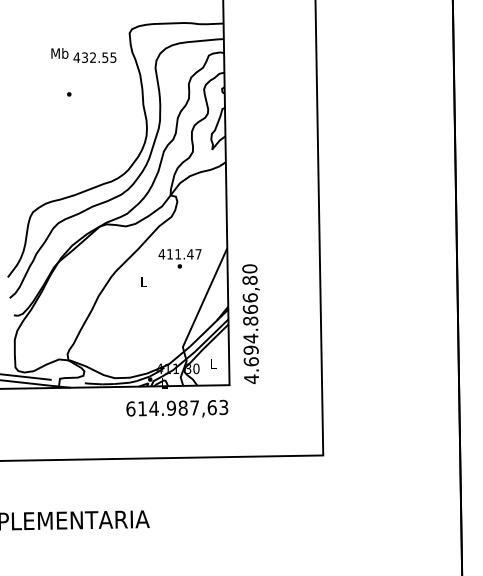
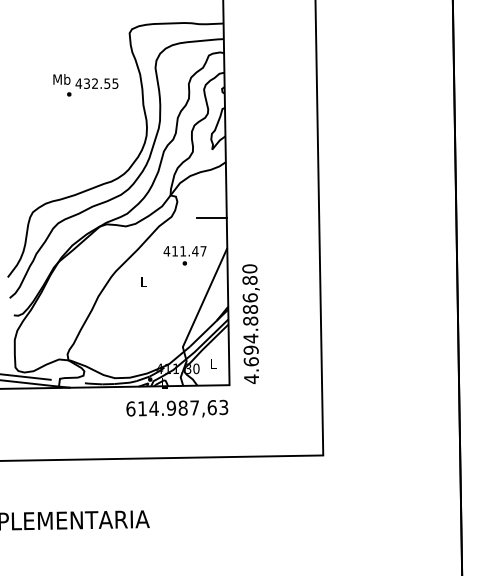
text at (83, 55) position: (83, 55) -> (85, 81)
line at (211, 217): none -> present
text at (179, 258) position: (179, 258) -> (184, 255)
text at (249, 308): 4.694.866,80 -> 4.694.886,80
